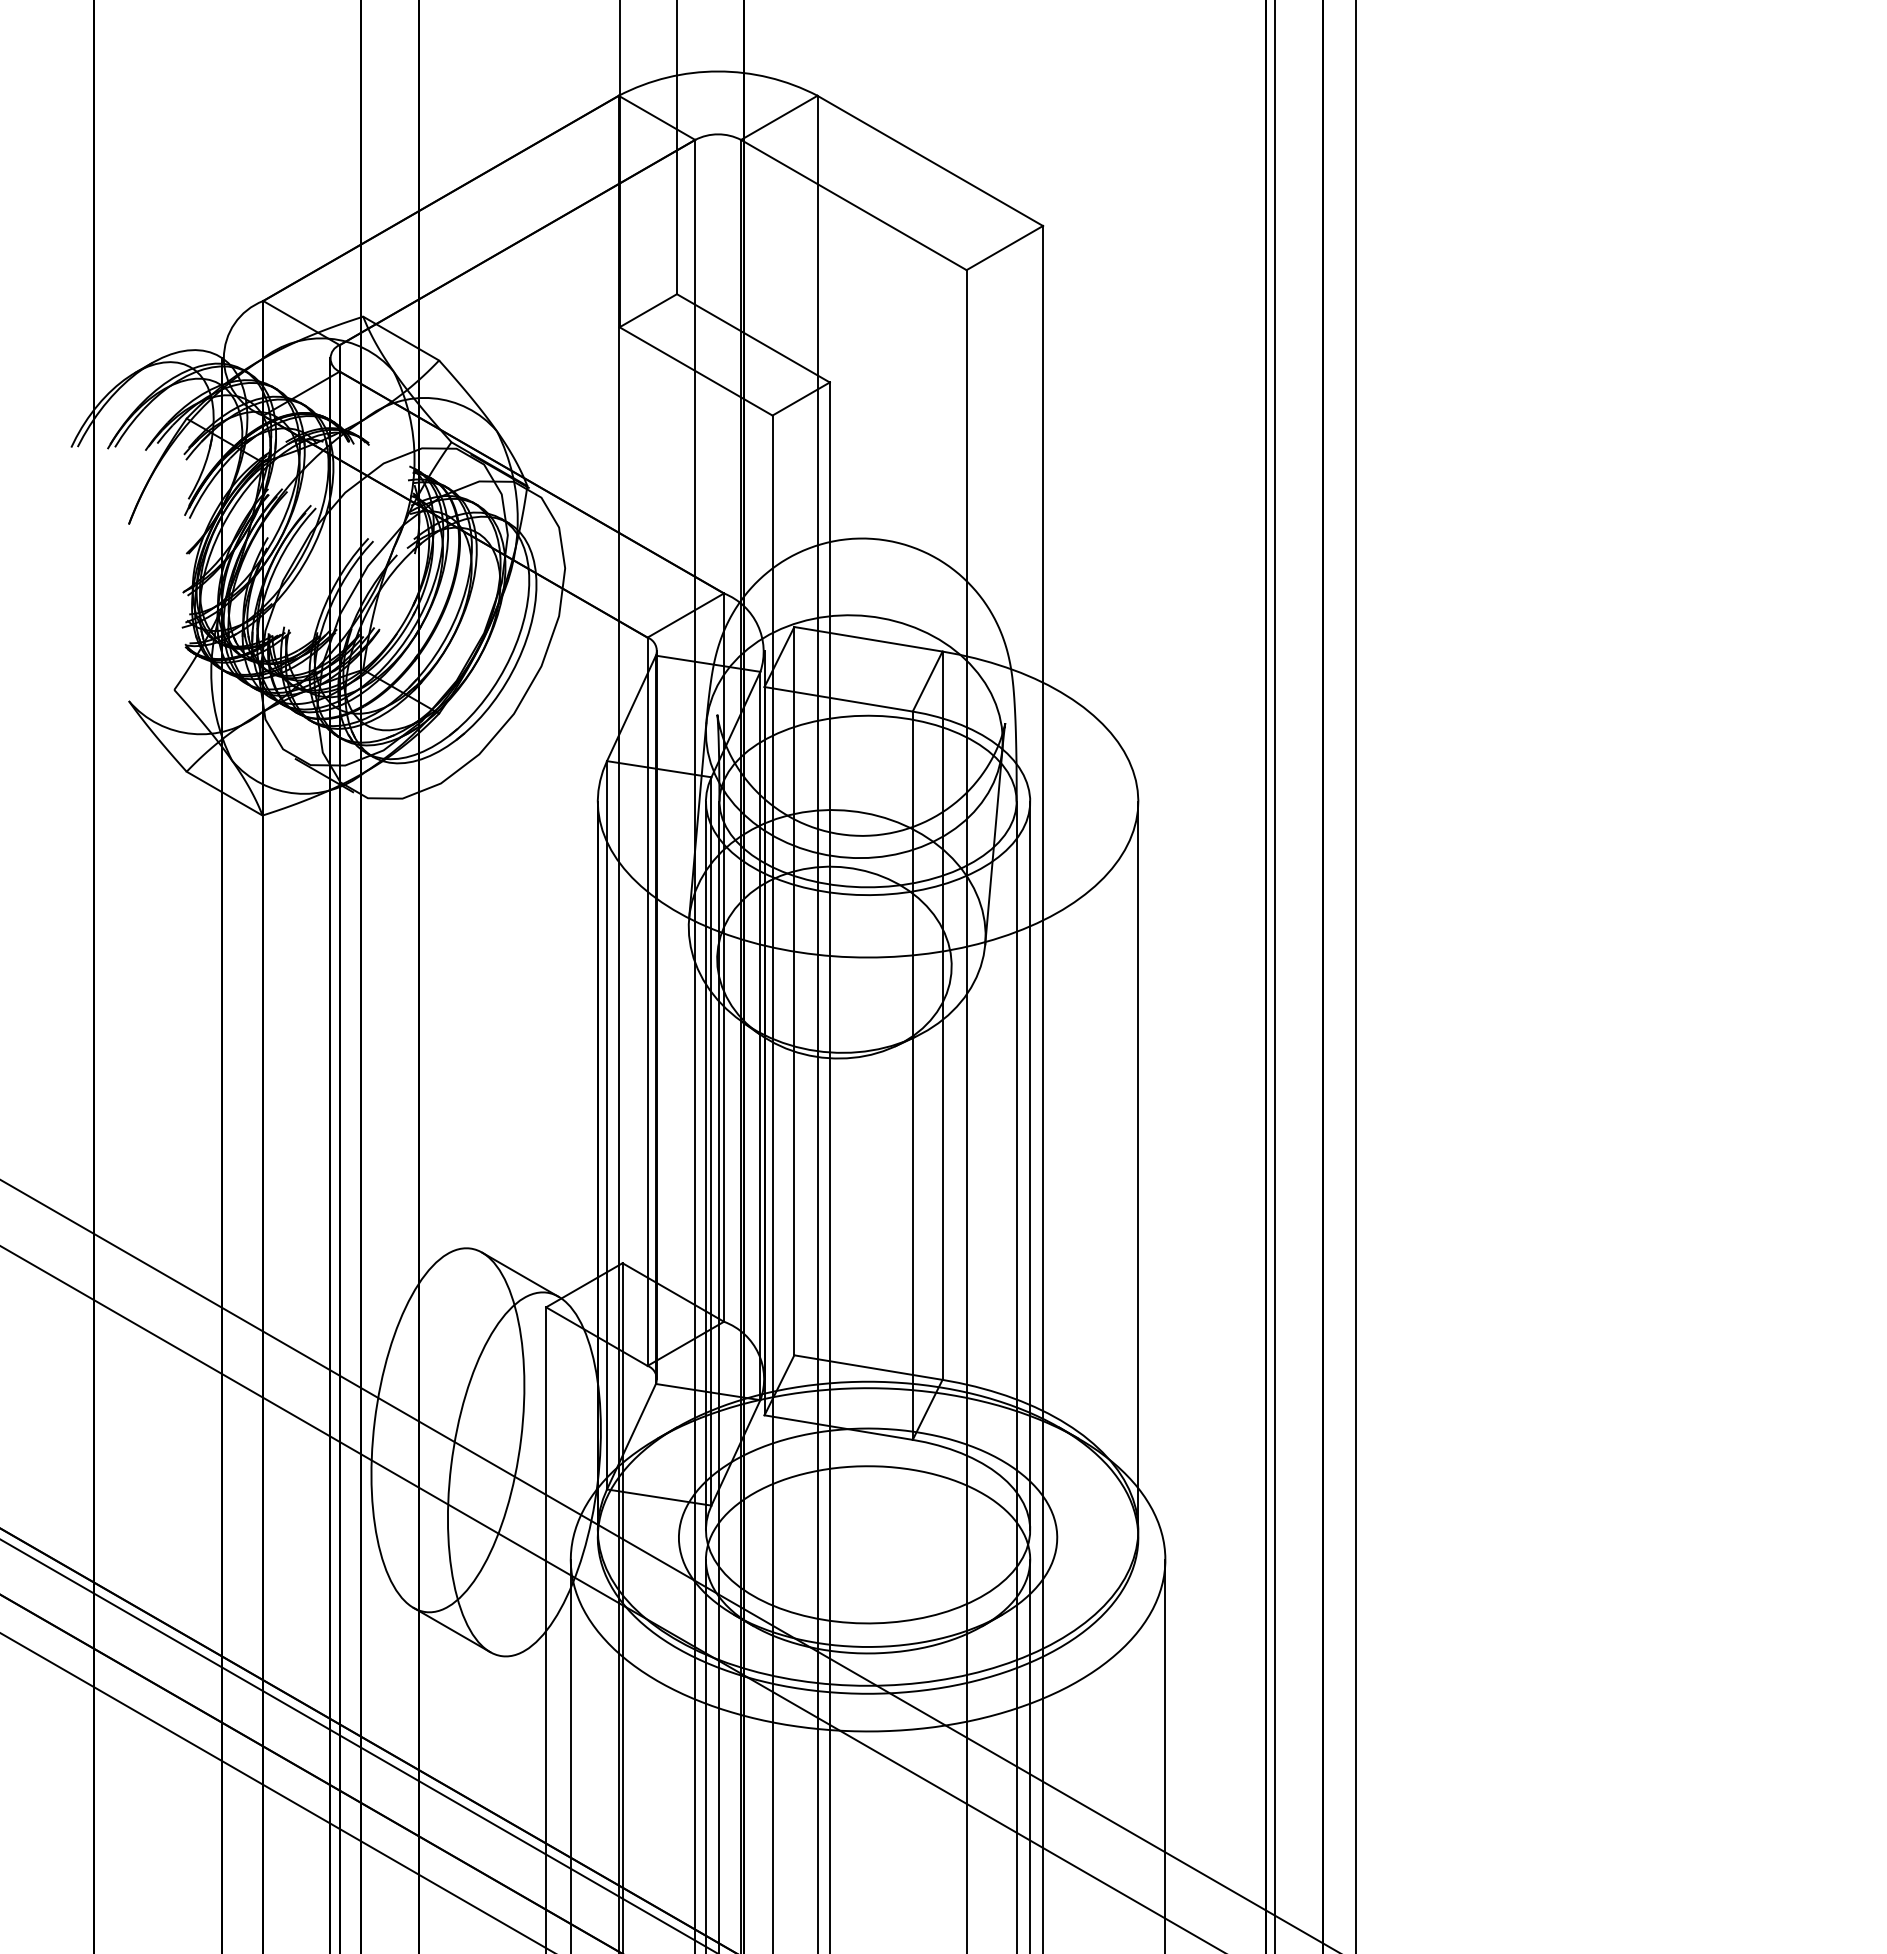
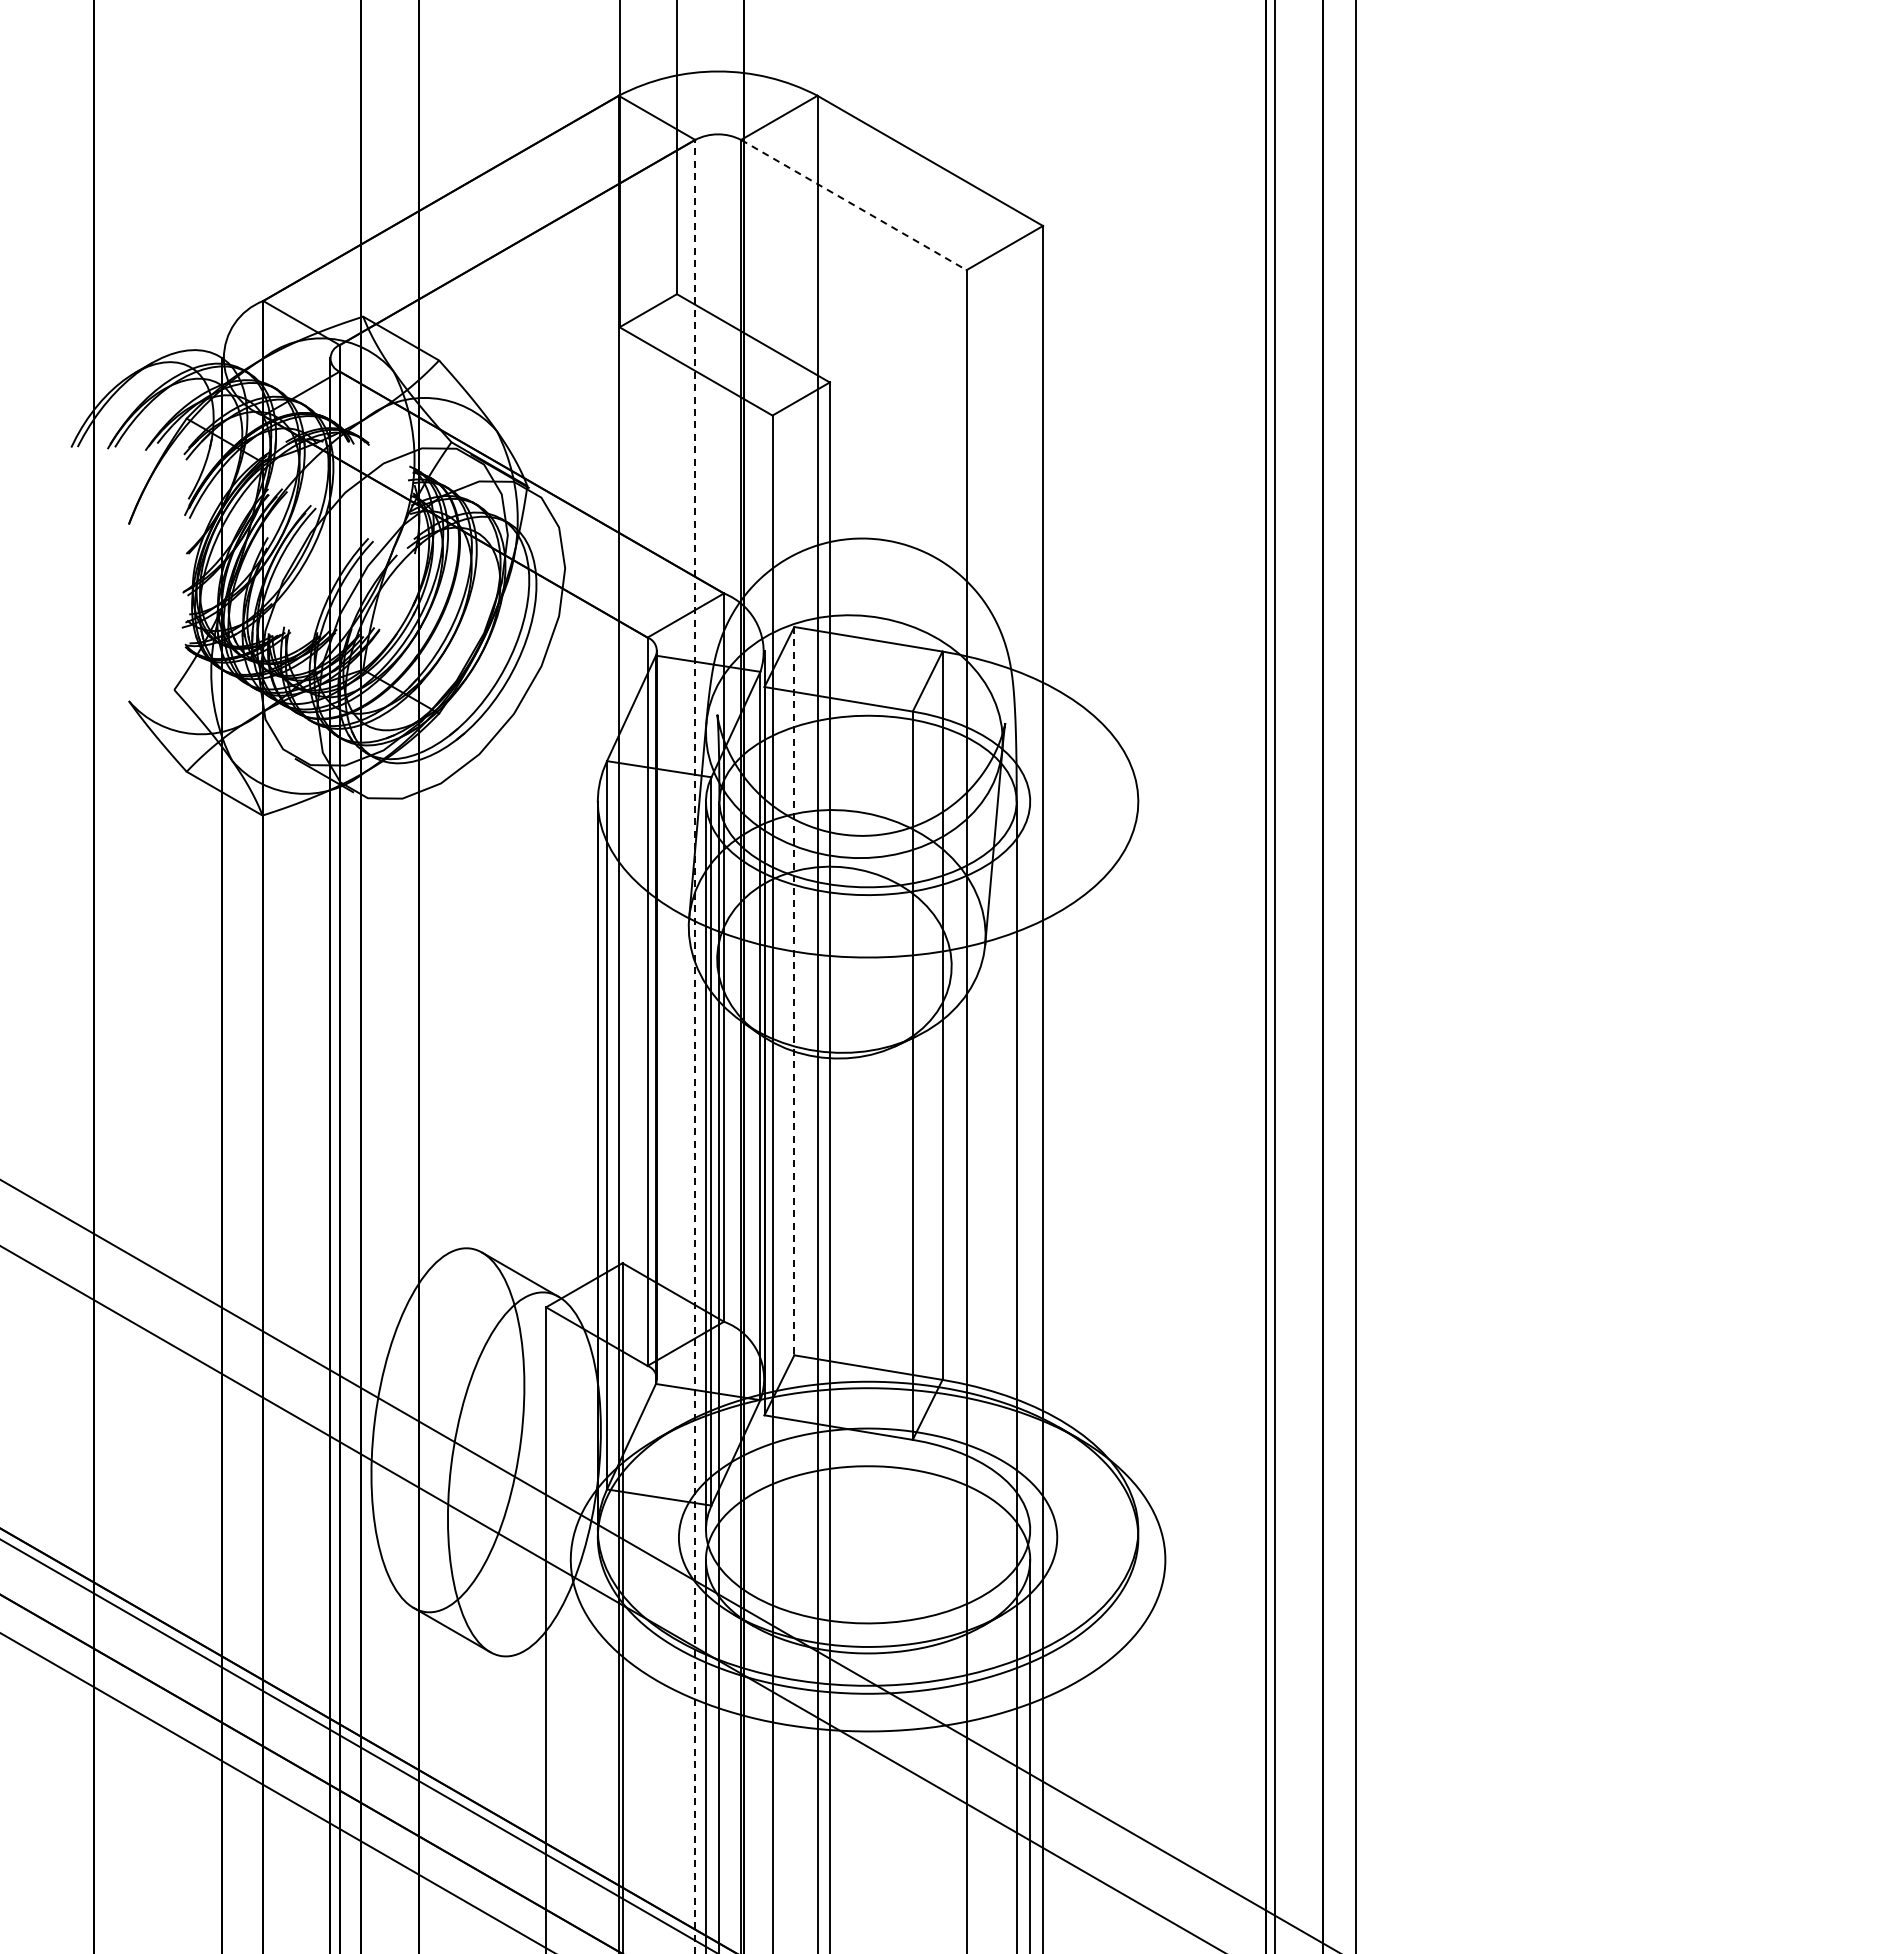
line at (854, 205): solid -> dashed
line at (794, 991): solid -> dashed
line at (695, 1046): solid -> dashed
line at (1030, 1165): present -> none
line at (1138, 1165): present -> none
line at (570, 1754): present -> none
line at (1165, 1754): present -> none
